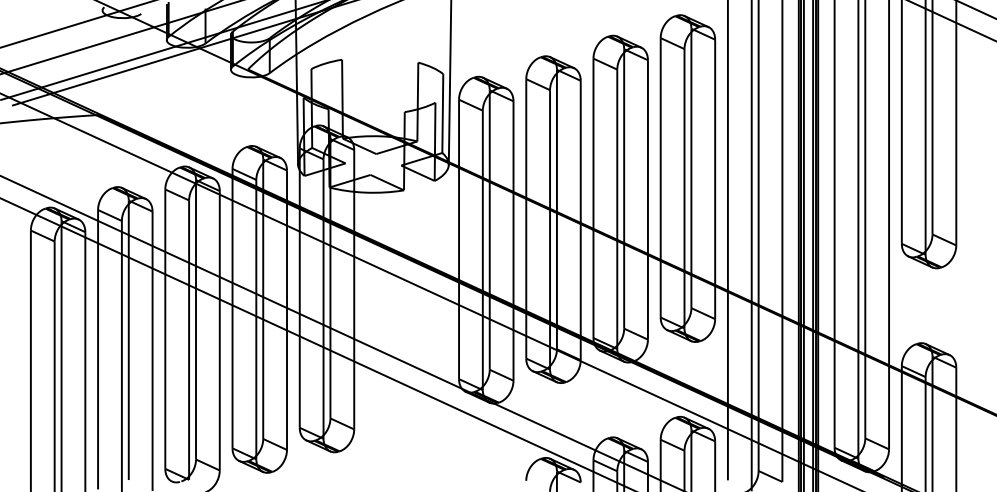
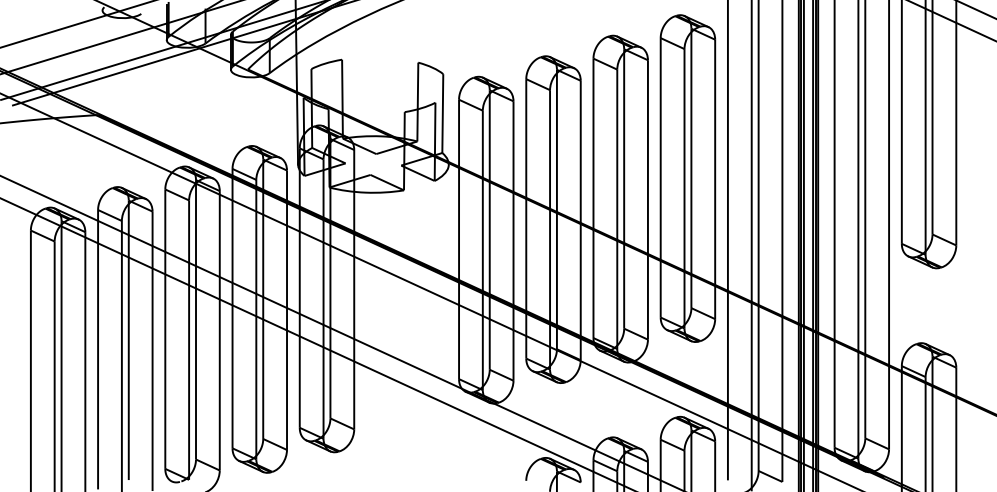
line at (449, 83): present -> none
